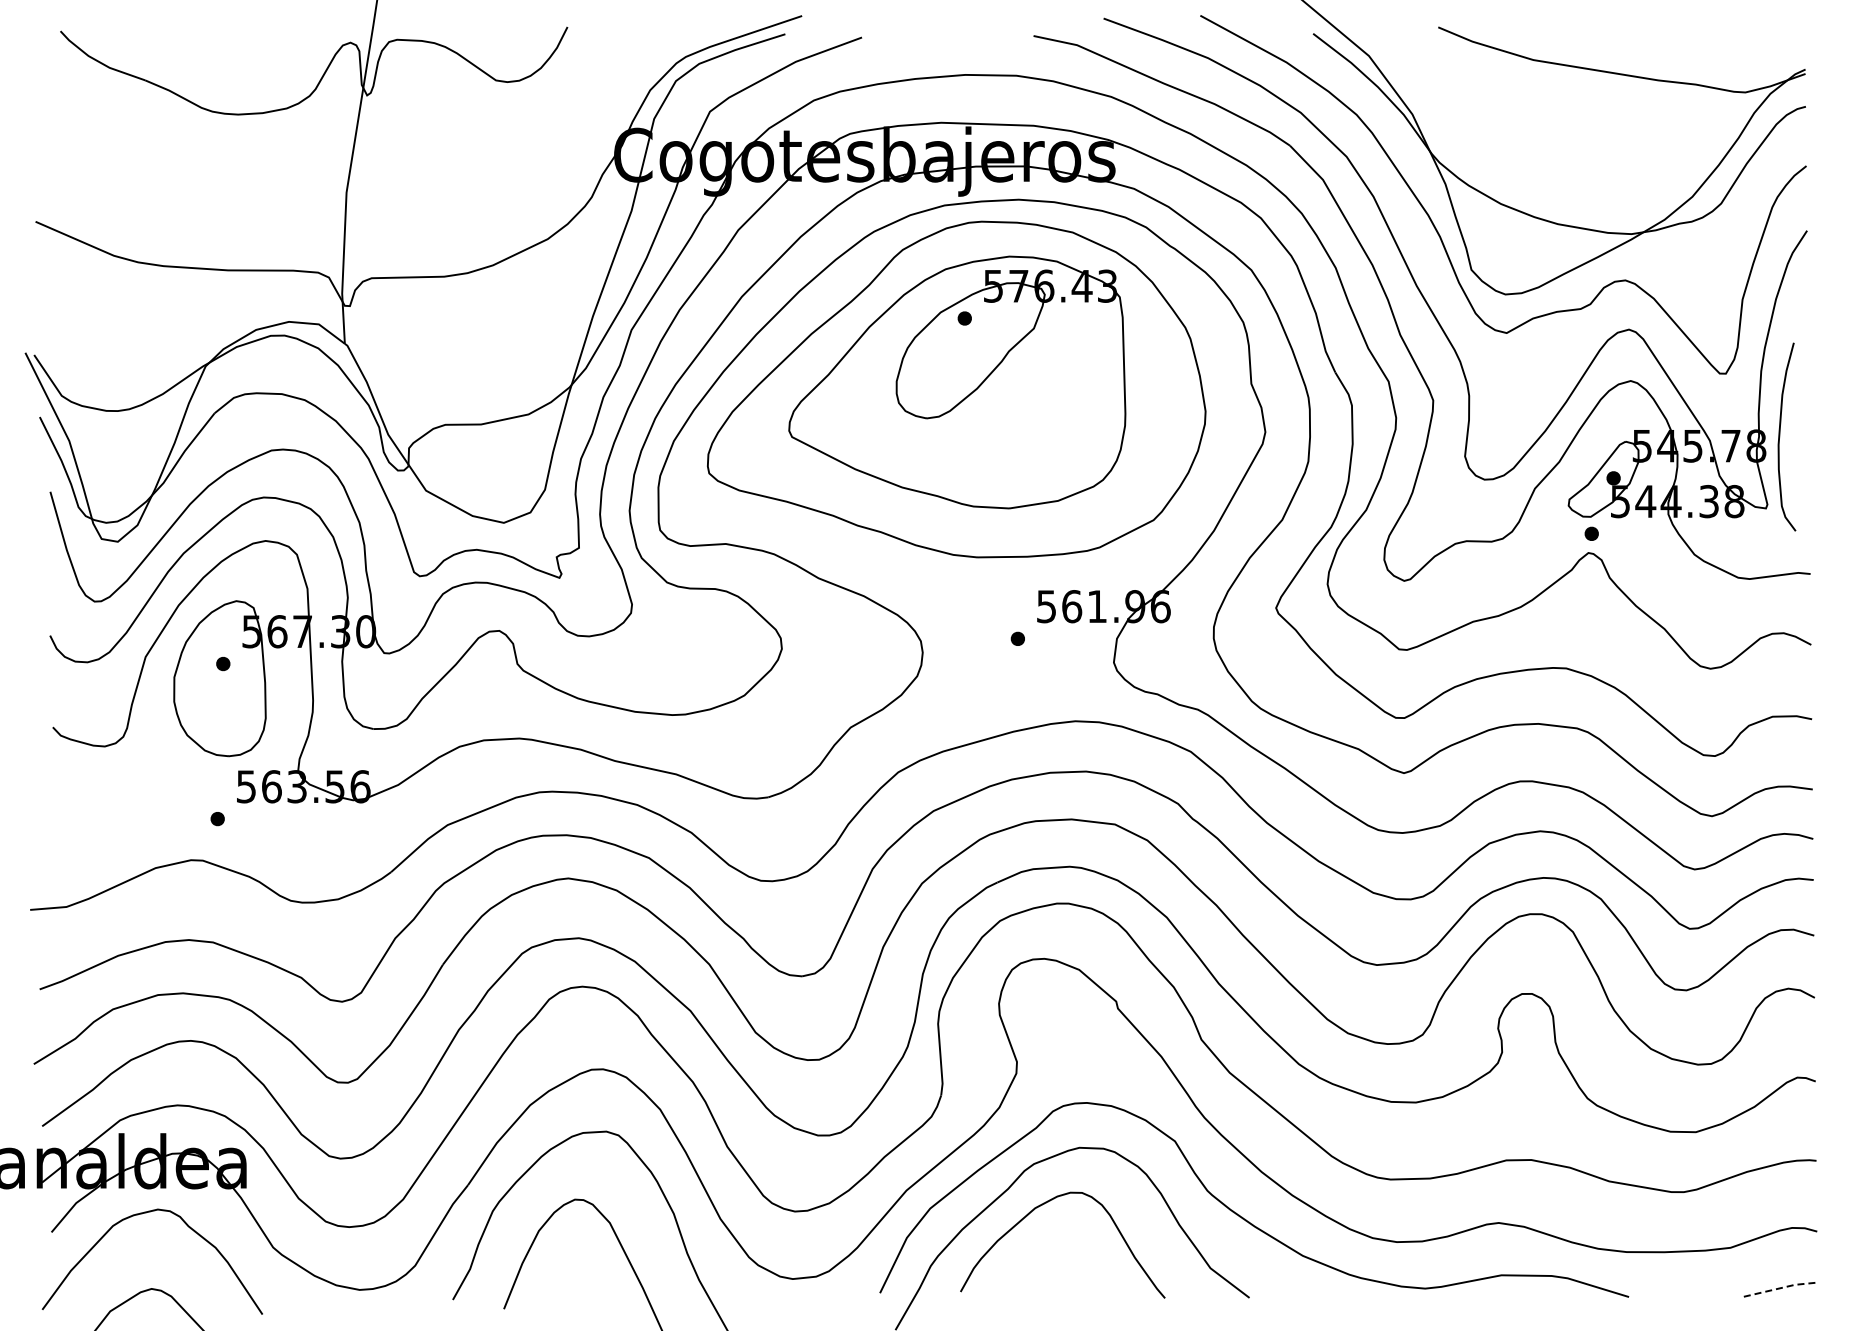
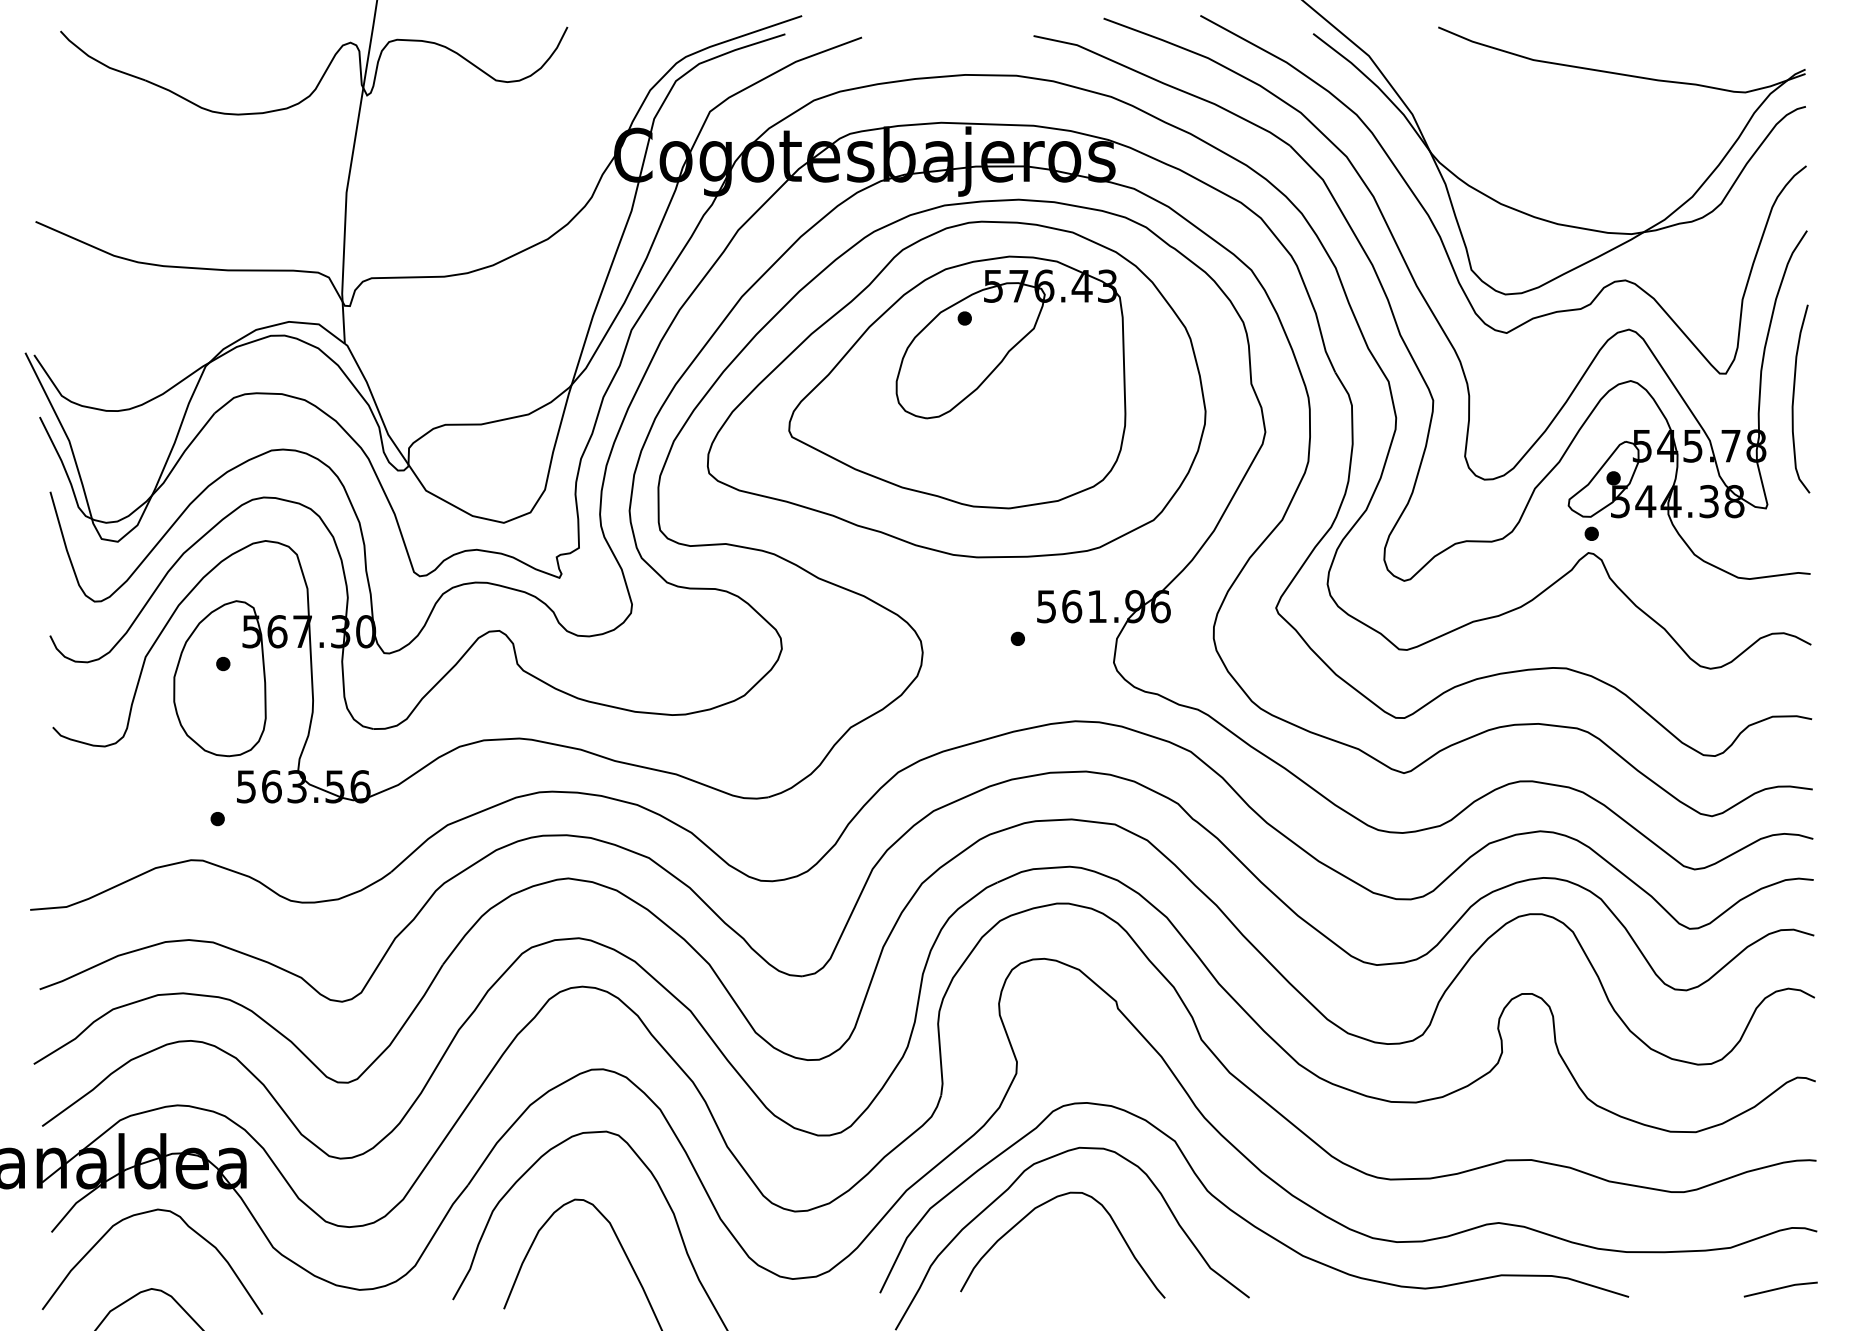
curve at (1780, 436) position: (1780, 436) -> (1794, 398)
line at (1781, 1287): dashed -> solid
